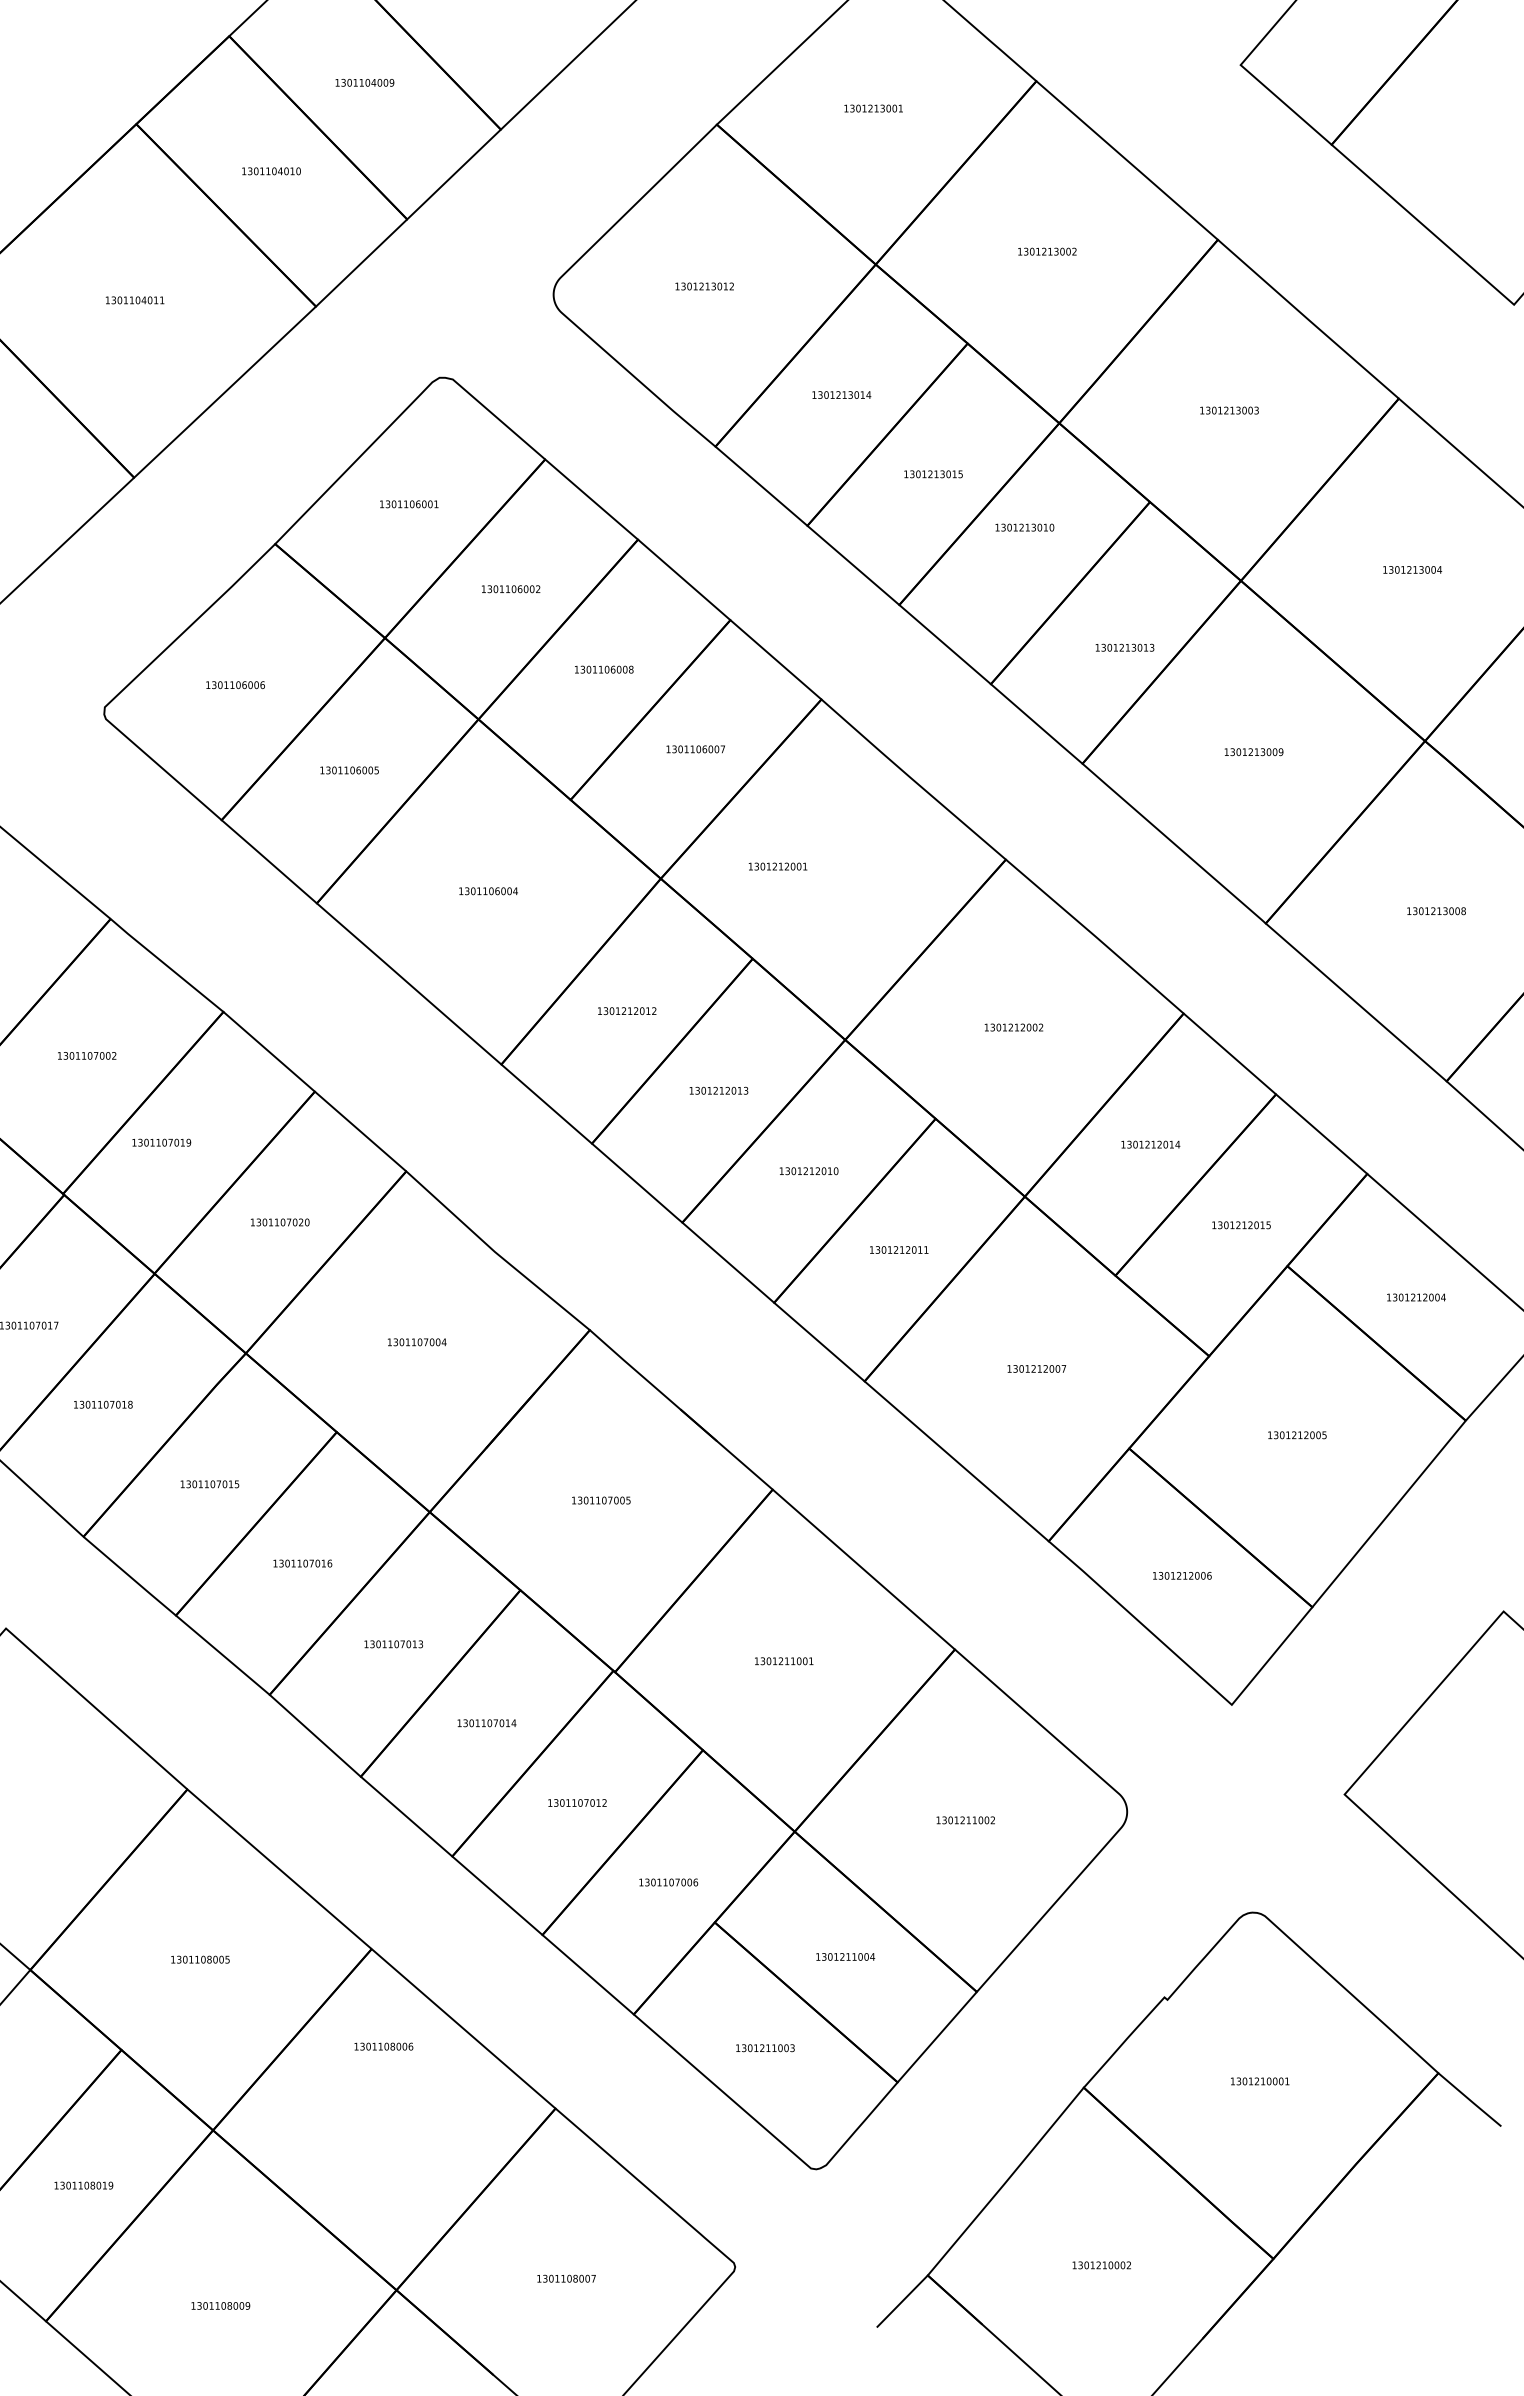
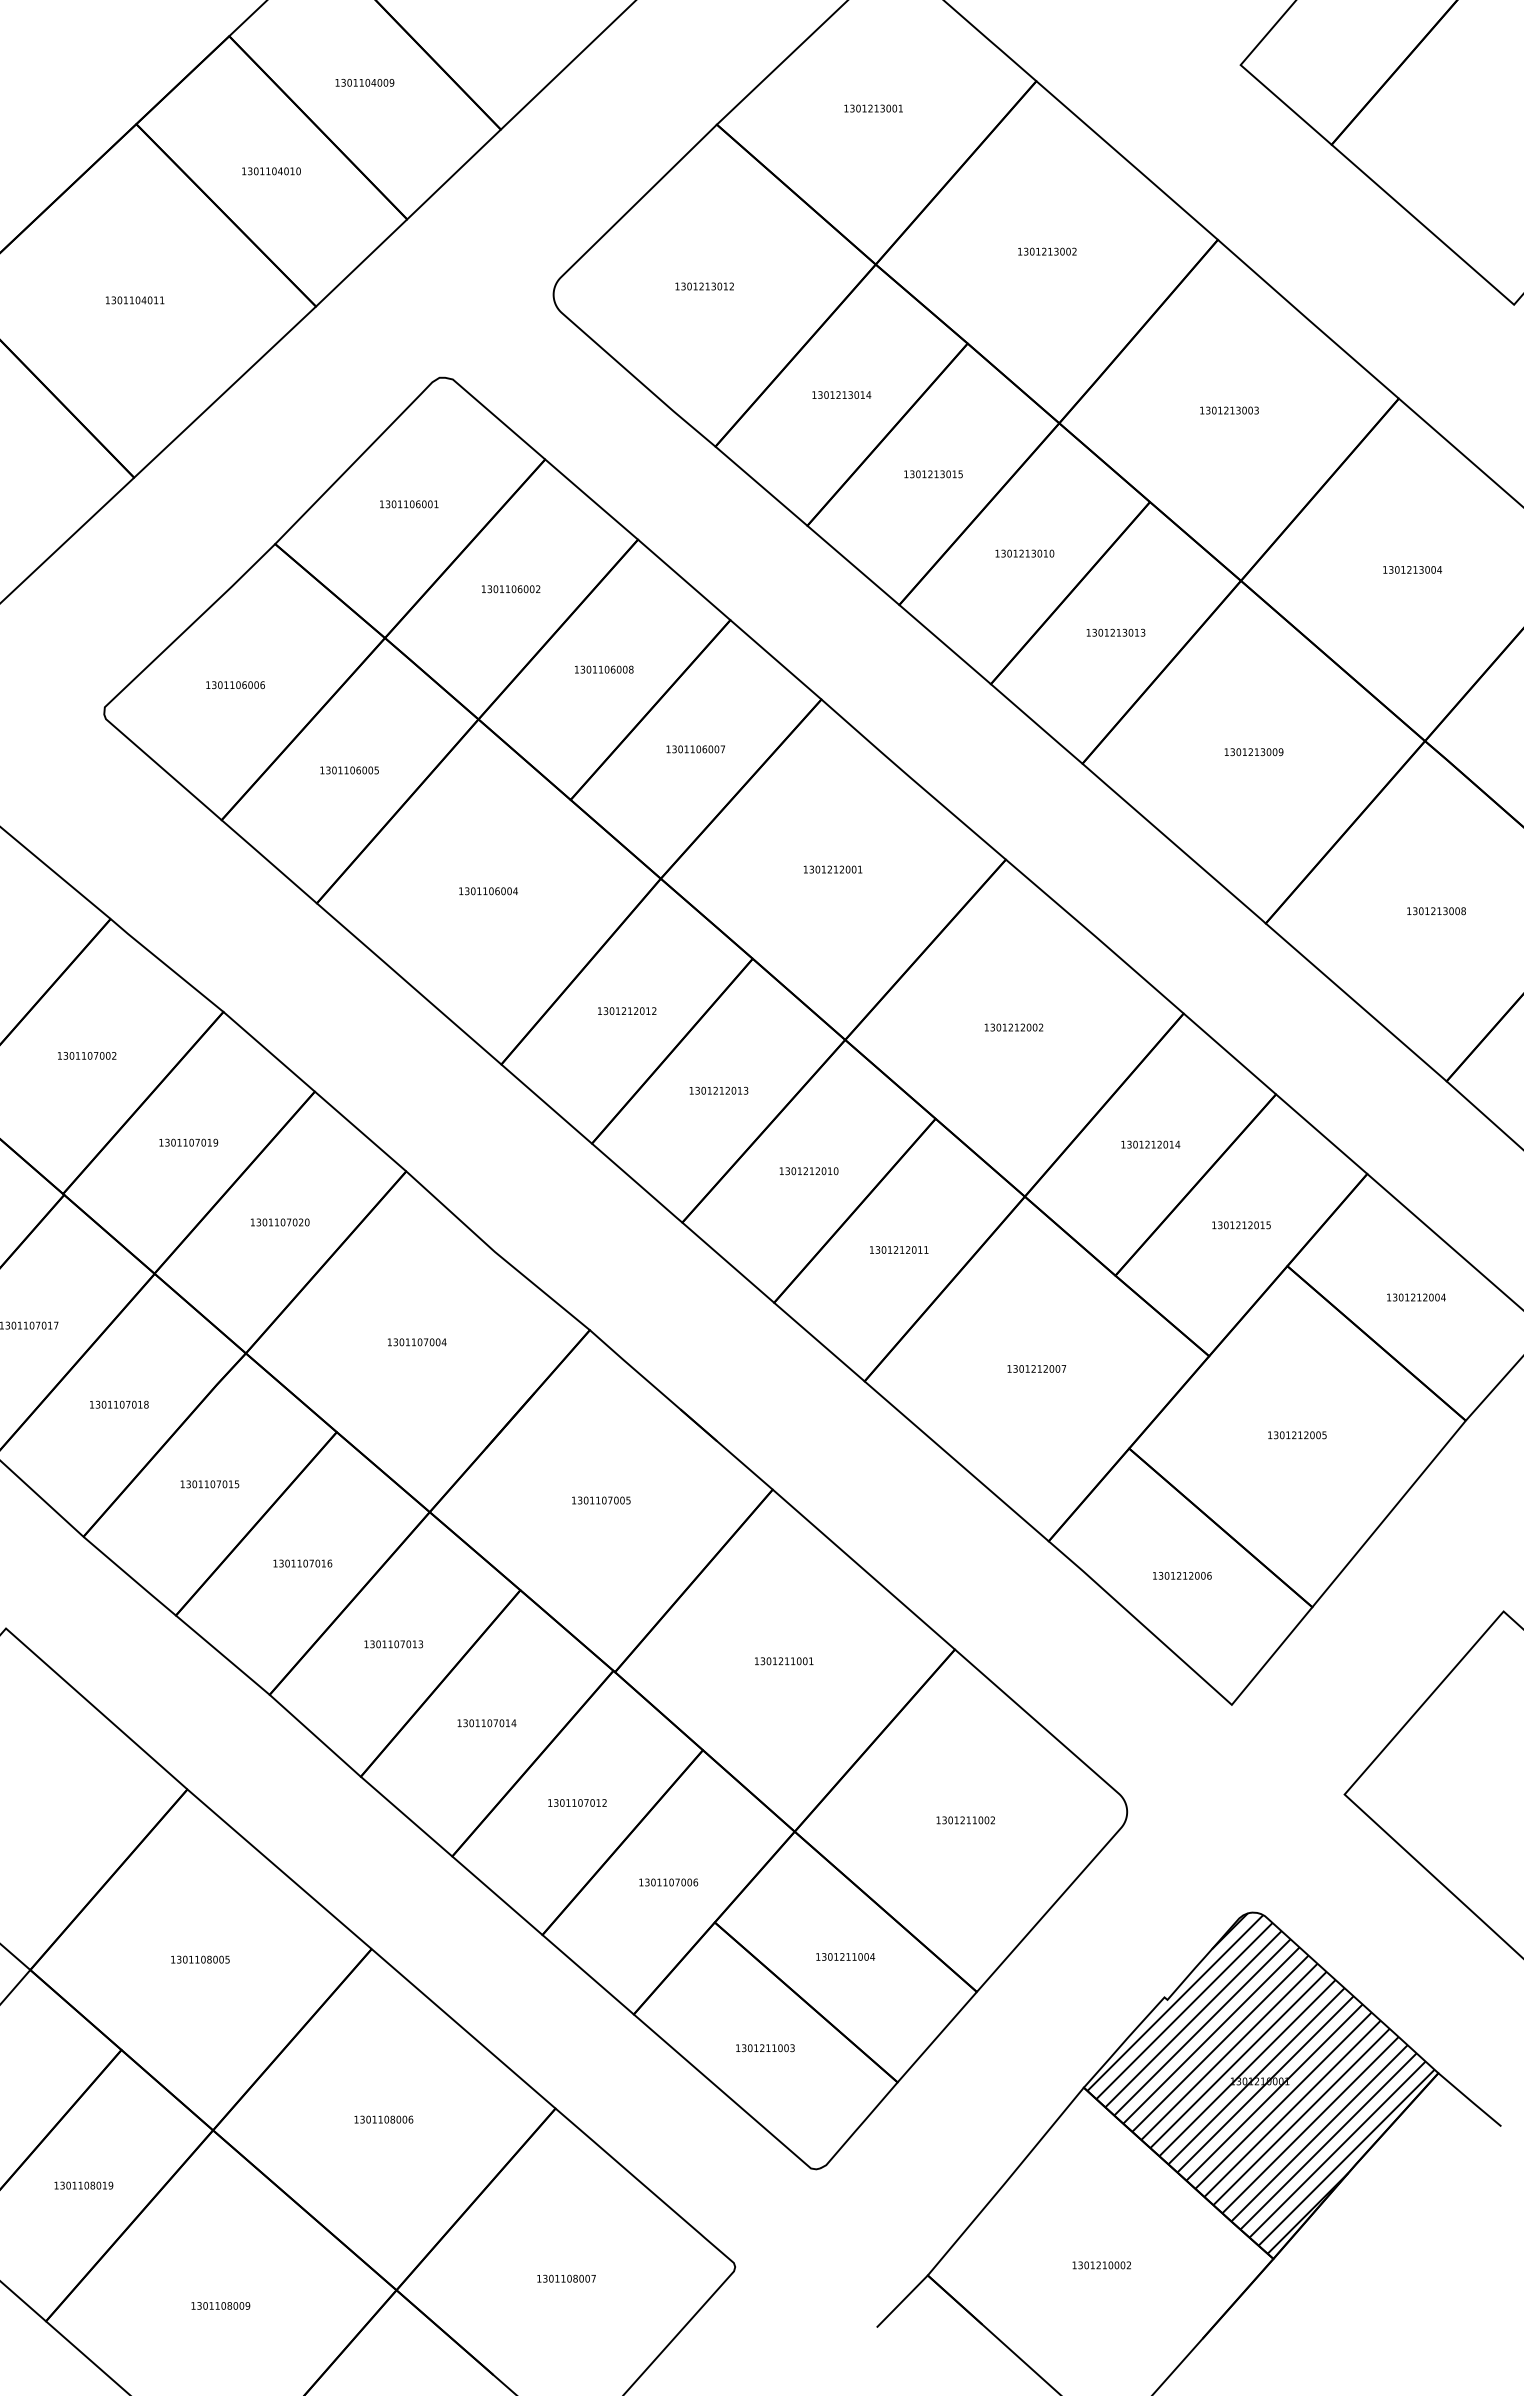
text at (1024, 527) position: (1024, 527) -> (1024, 553)
text at (1124, 647) position: (1124, 647) -> (1115, 632)
text at (777, 866) position: (777, 866) -> (832, 869)
text at (161, 1142) position: (161, 1142) -> (188, 1142)
text at (103, 1404) position: (103, 1404) -> (119, 1404)
text at (383, 2046) position: (383, 2046) -> (383, 2119)
hatch at (1260, 2083): none -> present
